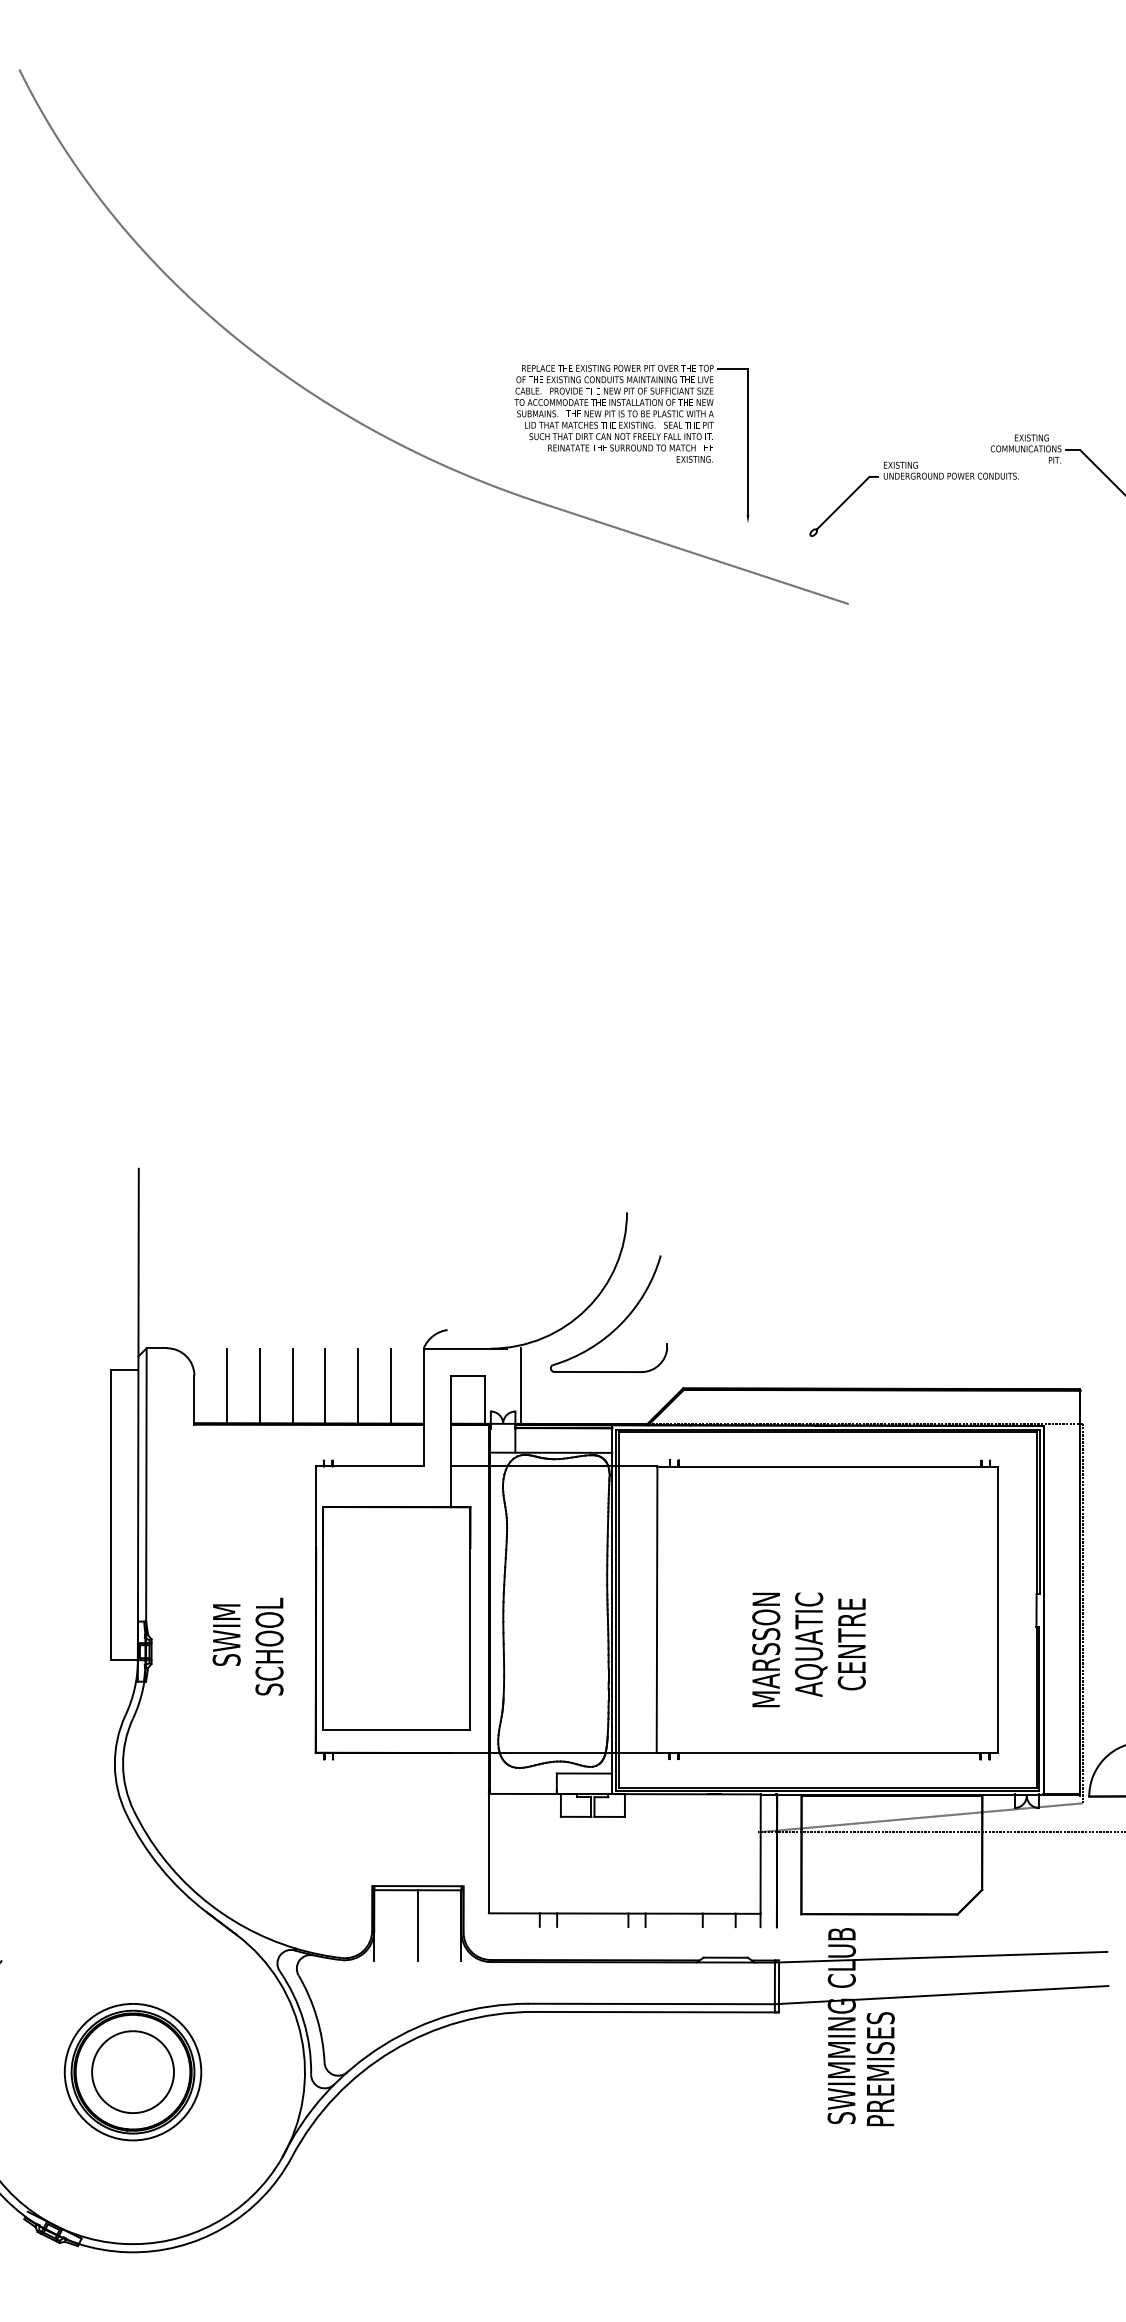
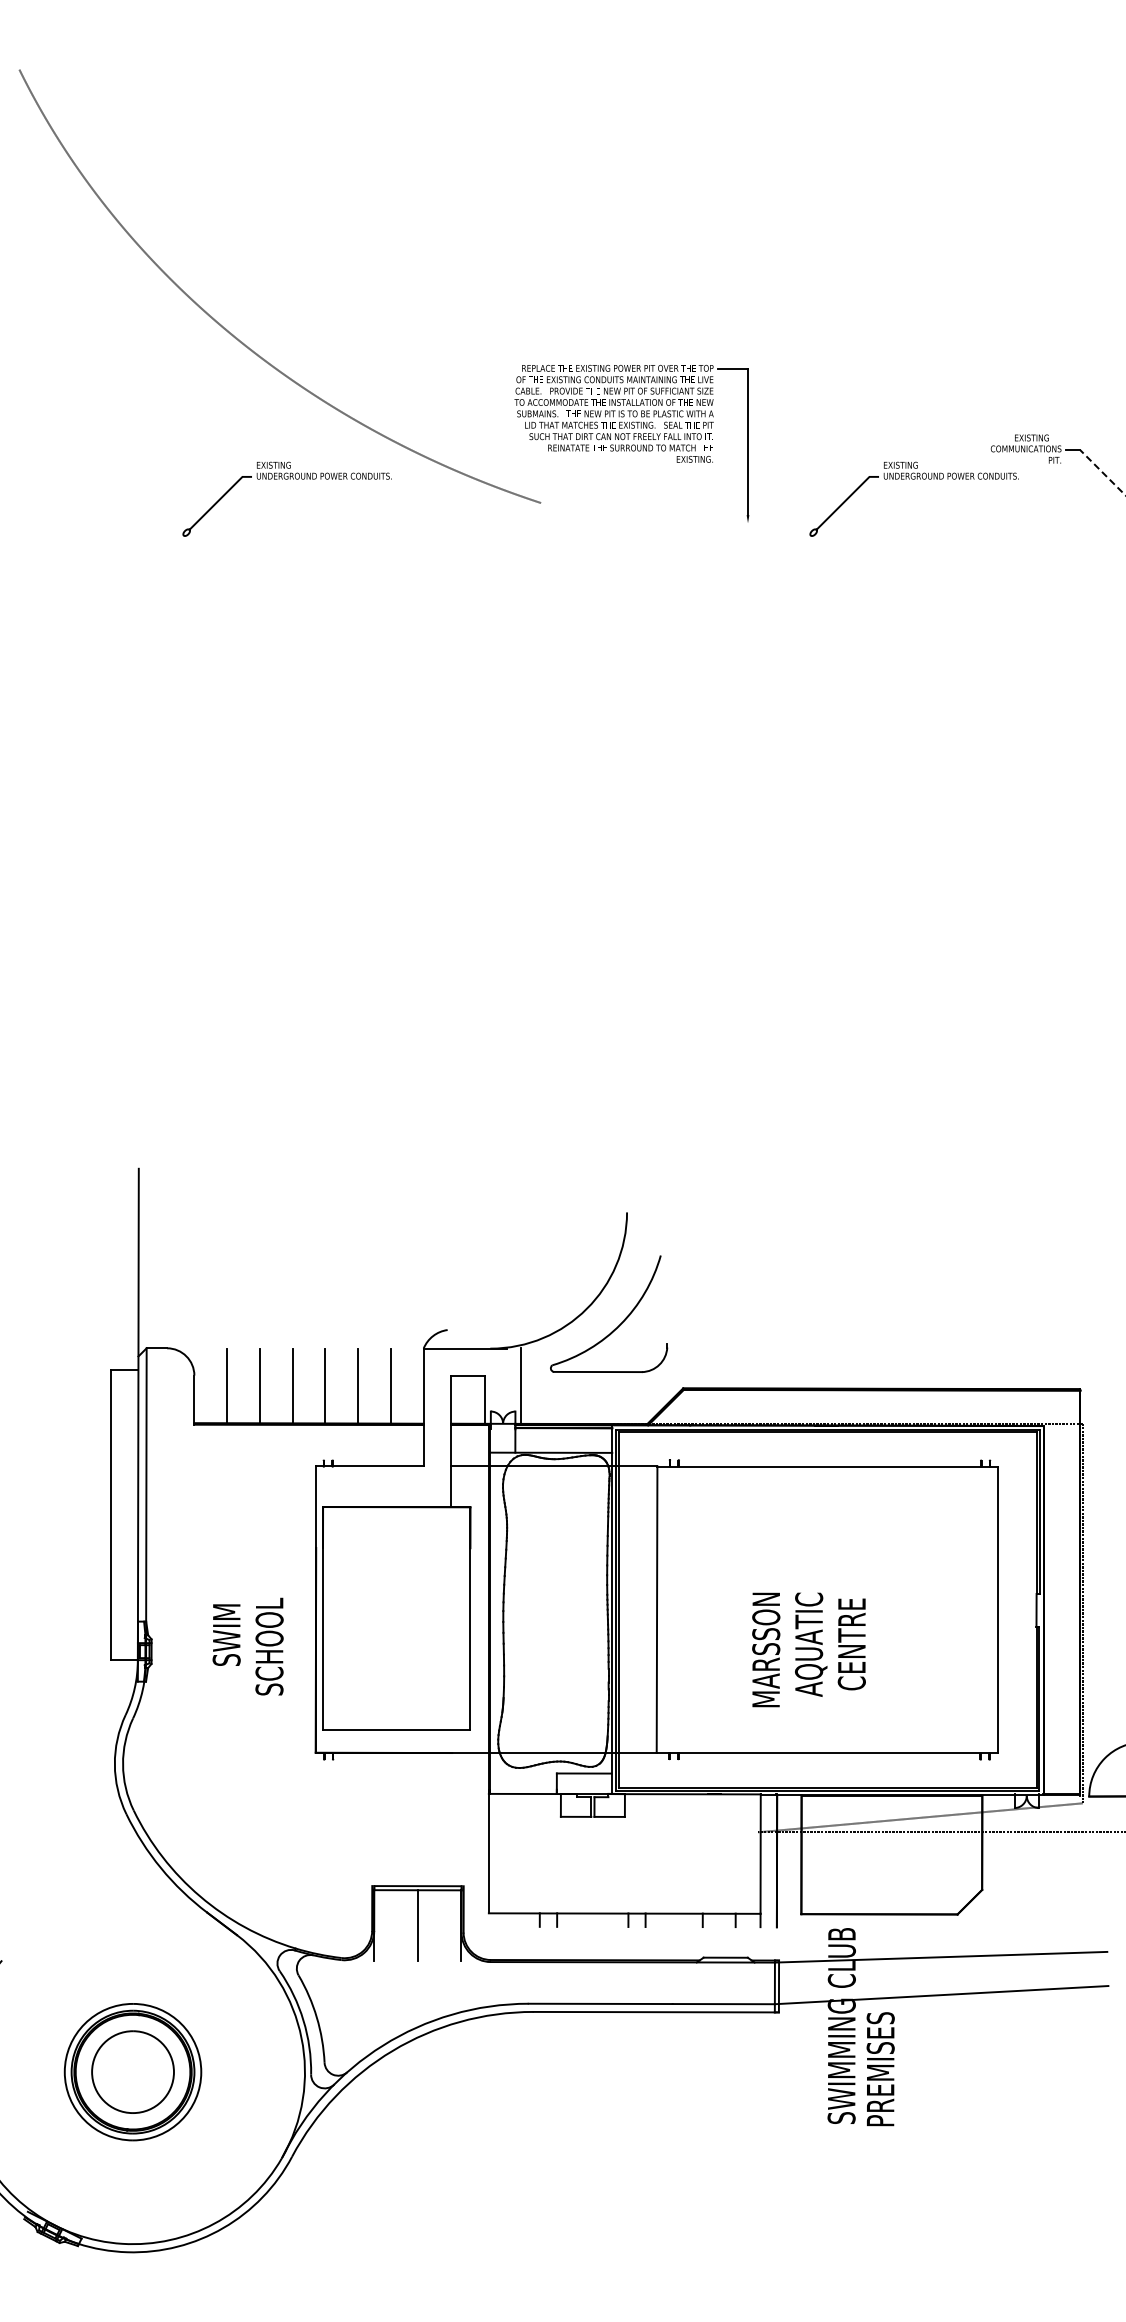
line at (1102, 472): solid -> dashed
part at (286, 479): none -> present
line at (694, 553): present -> none
